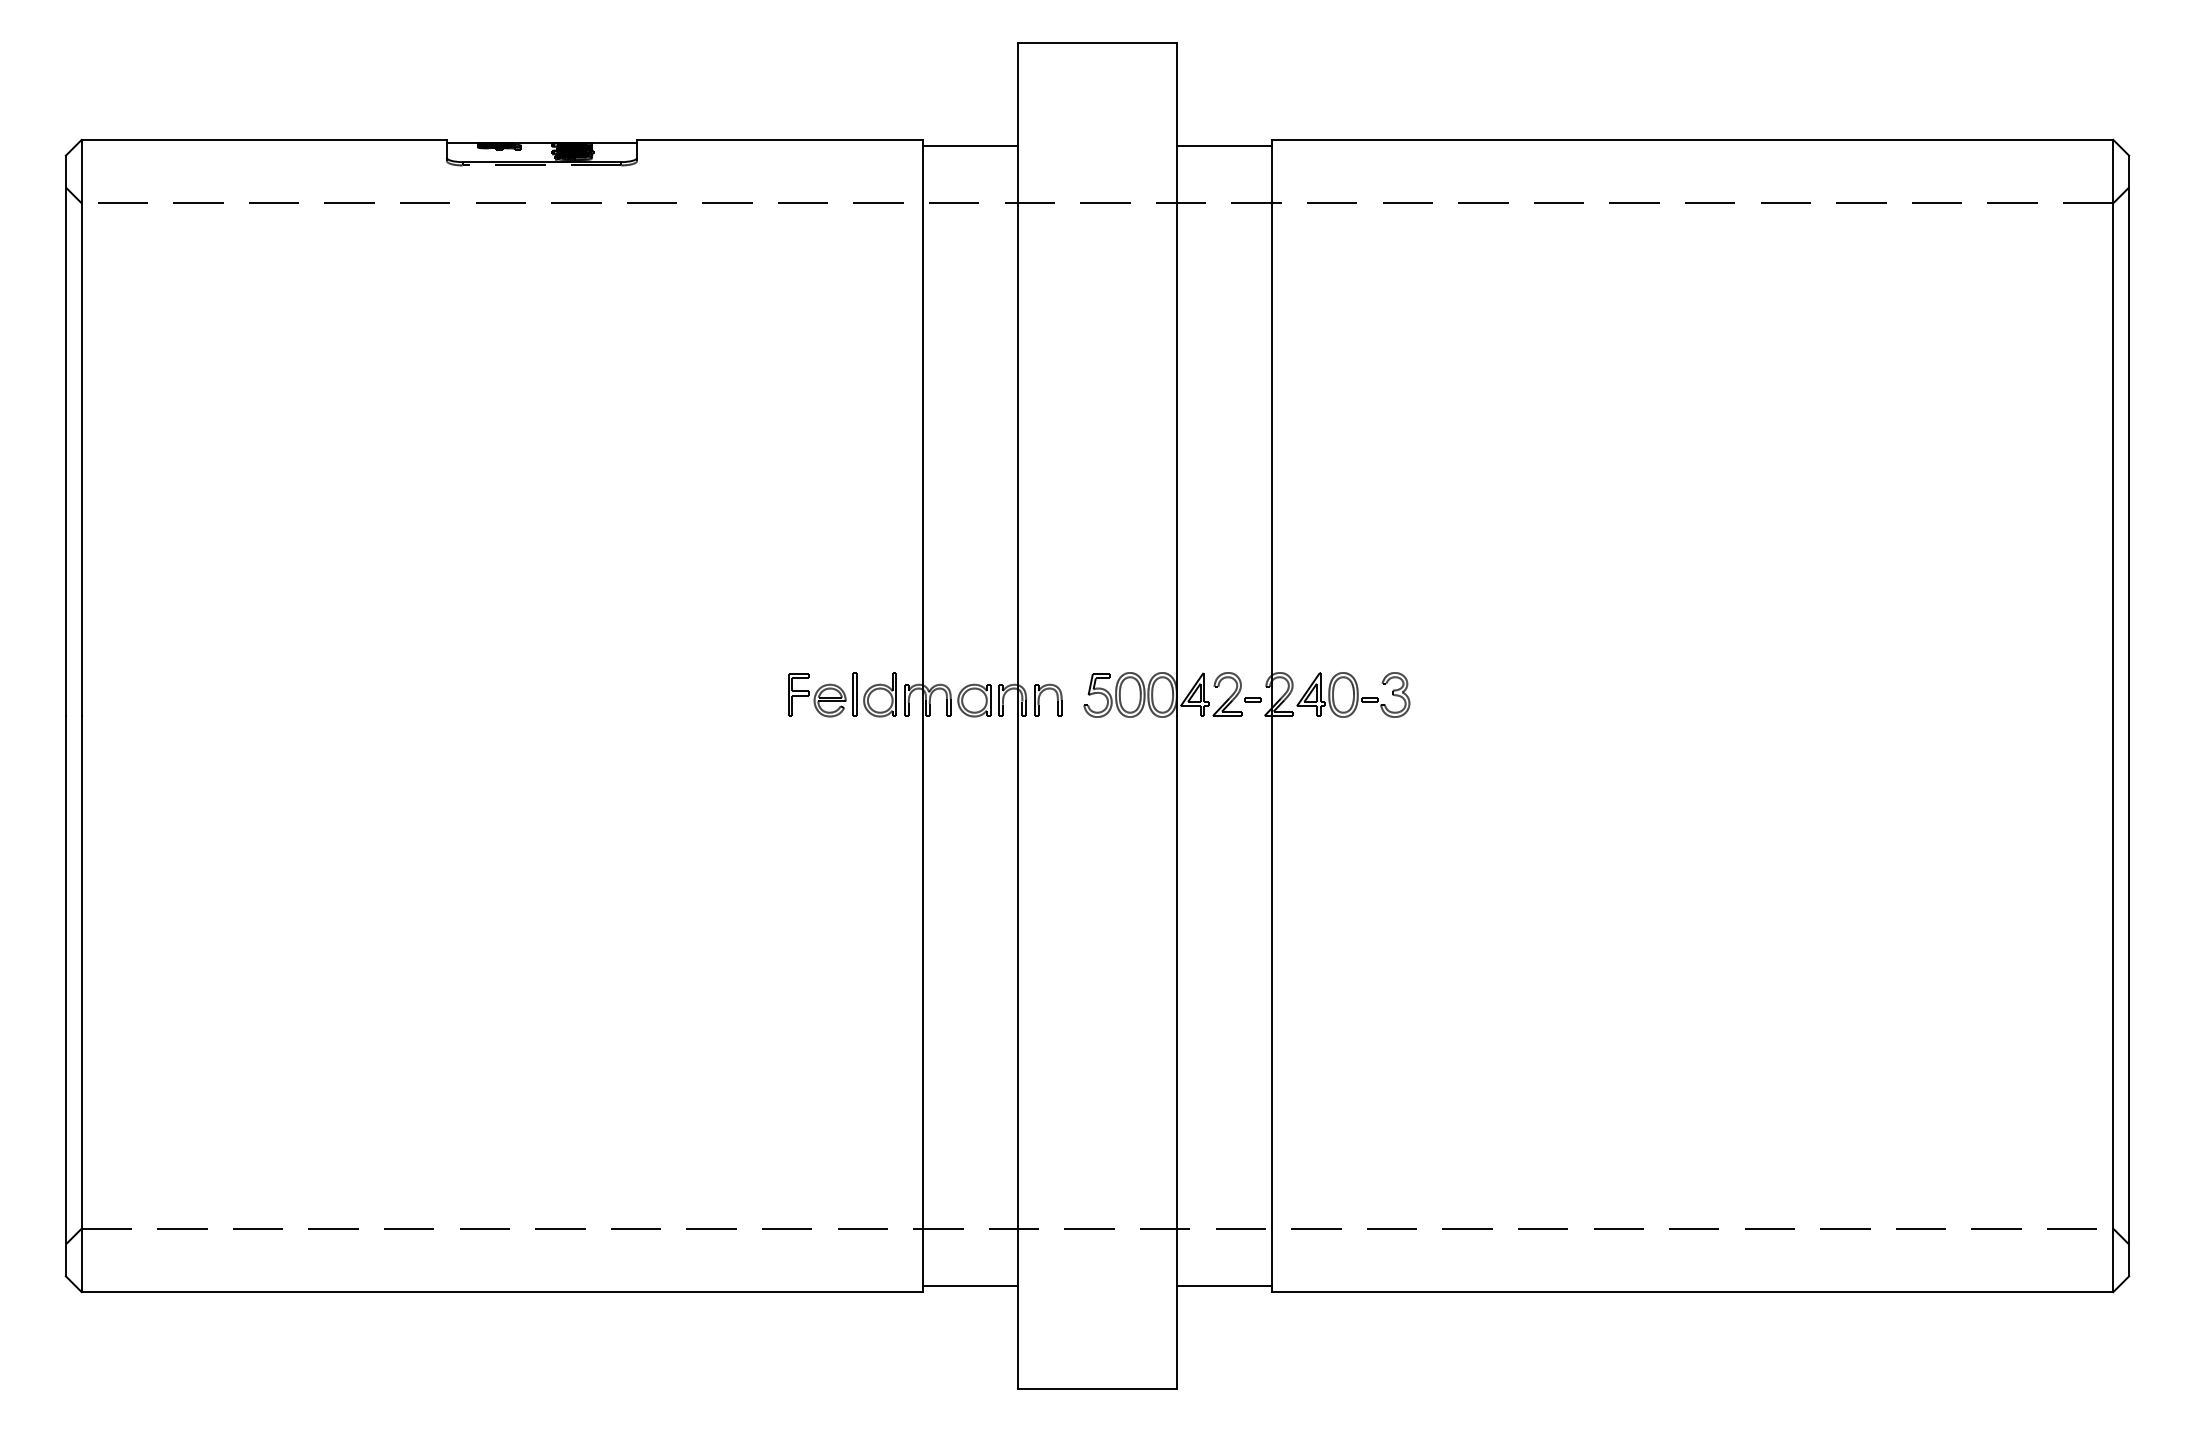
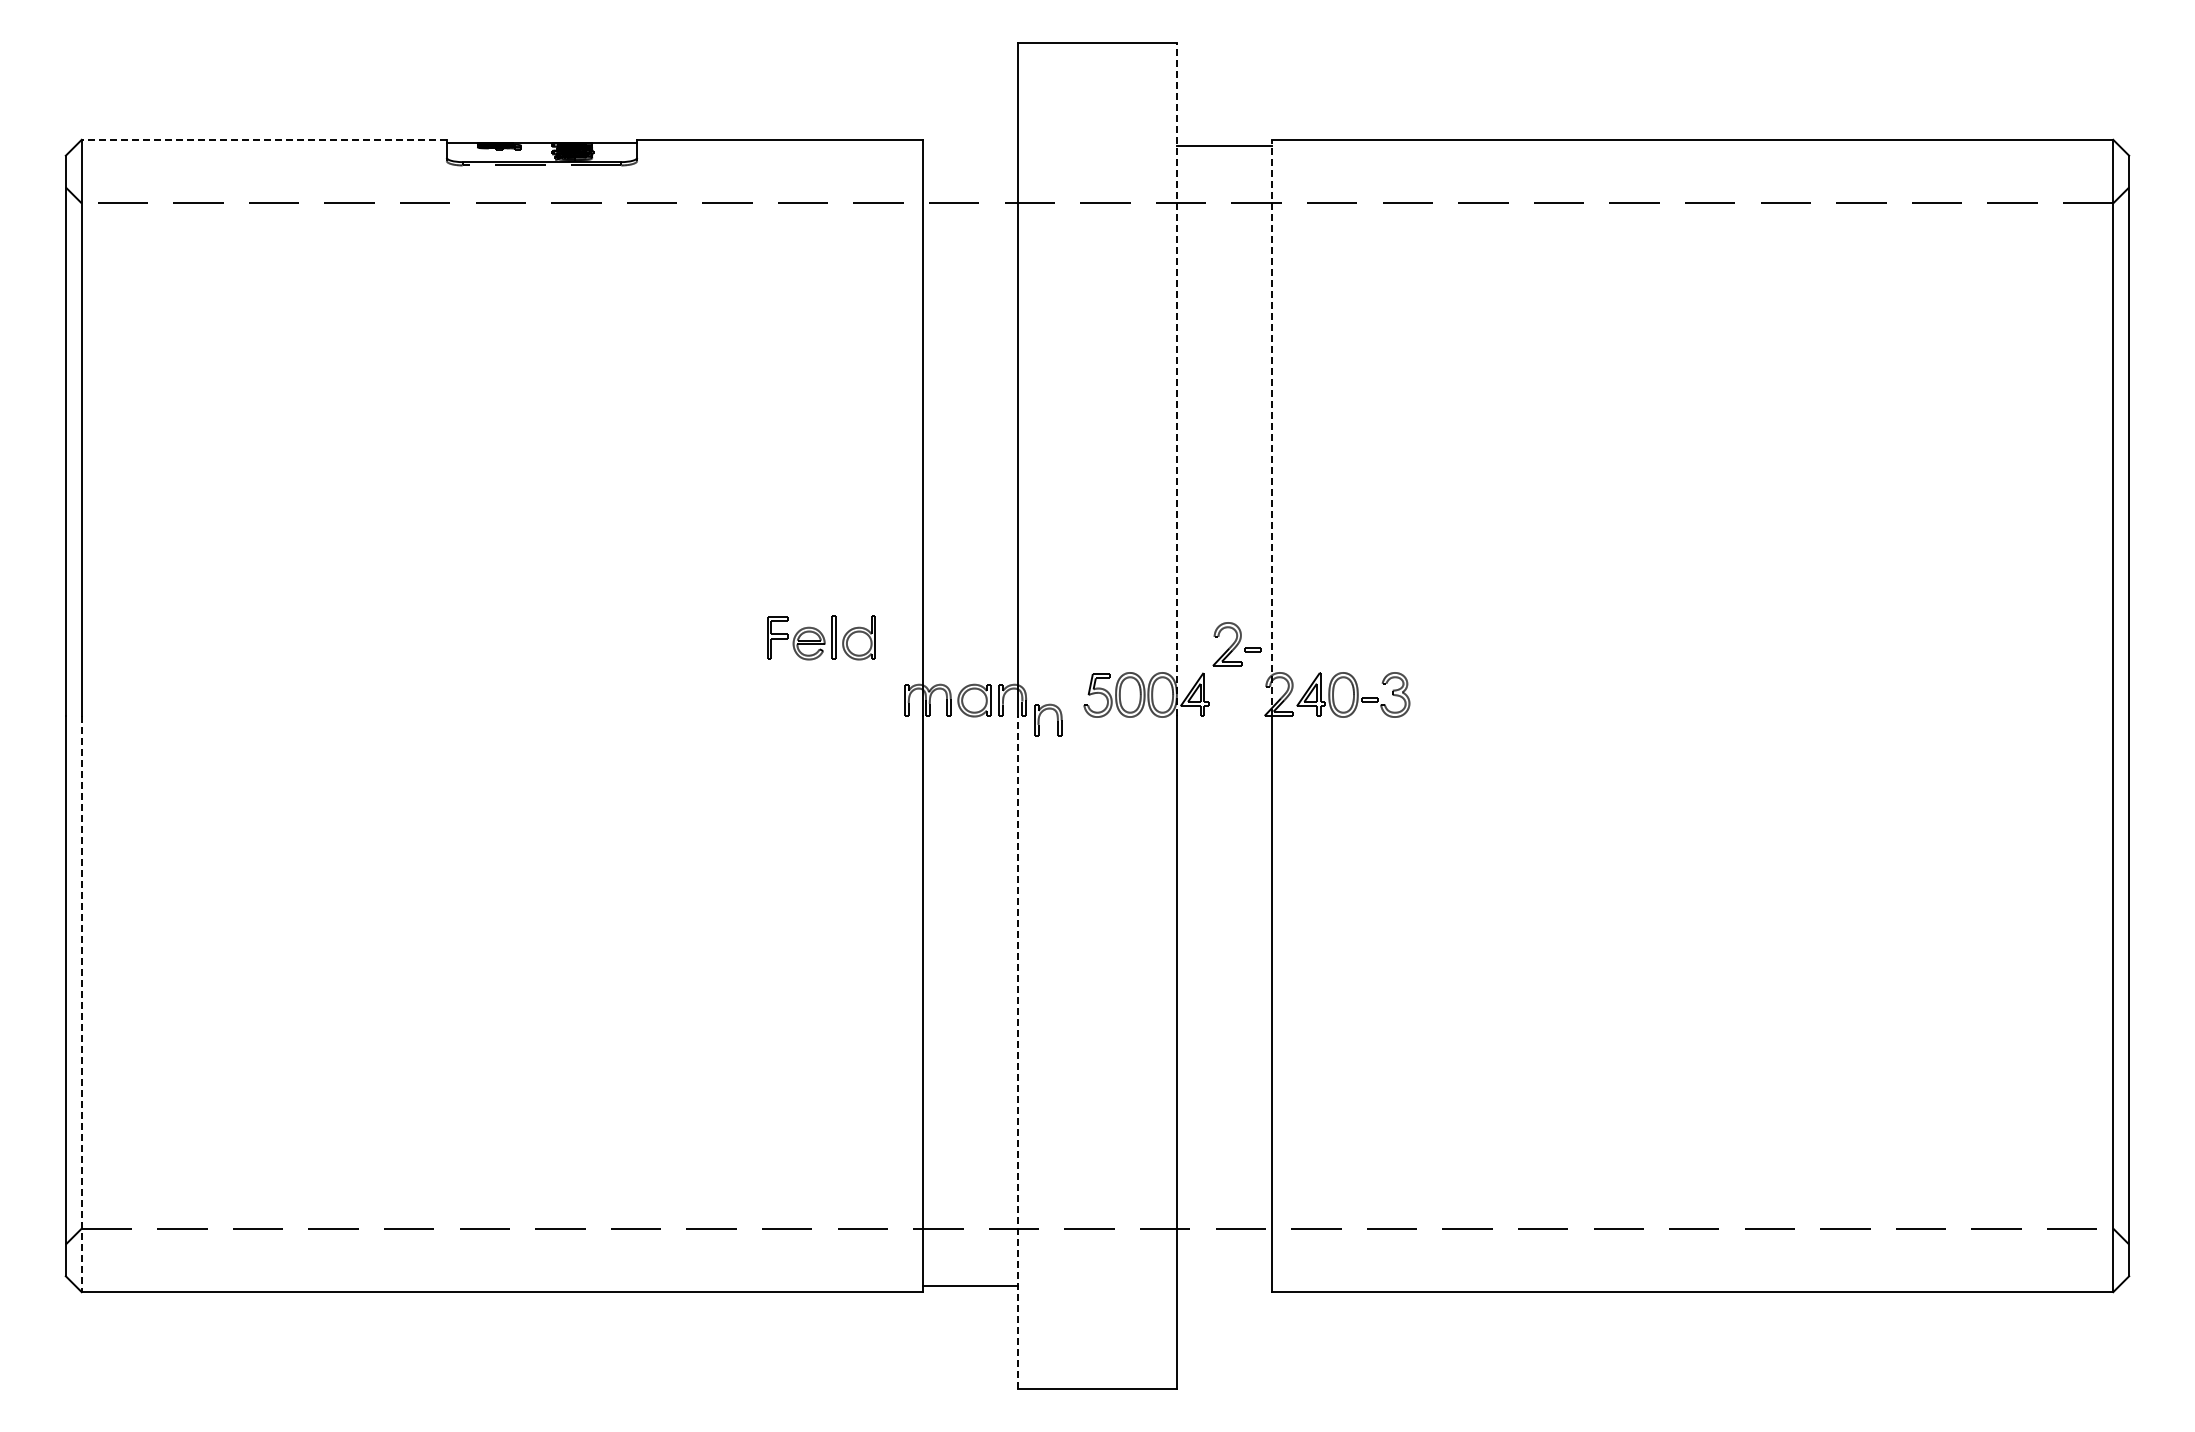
line at (264, 139): solid -> dashed
line at (970, 146): present -> none
line at (1176, 379): solid -> dashed
line at (1272, 427): solid -> dashed
part at (842, 694) position: (842, 694) -> (821, 637)
part at (1236, 694) position: (1236, 694) -> (1236, 644)
part at (1056, 697) position: (1056, 697) -> (1056, 717)
line at (81, 1004): solid -> dashed
line at (1018, 1051): solid -> dashed
line at (1224, 1285): present -> none
